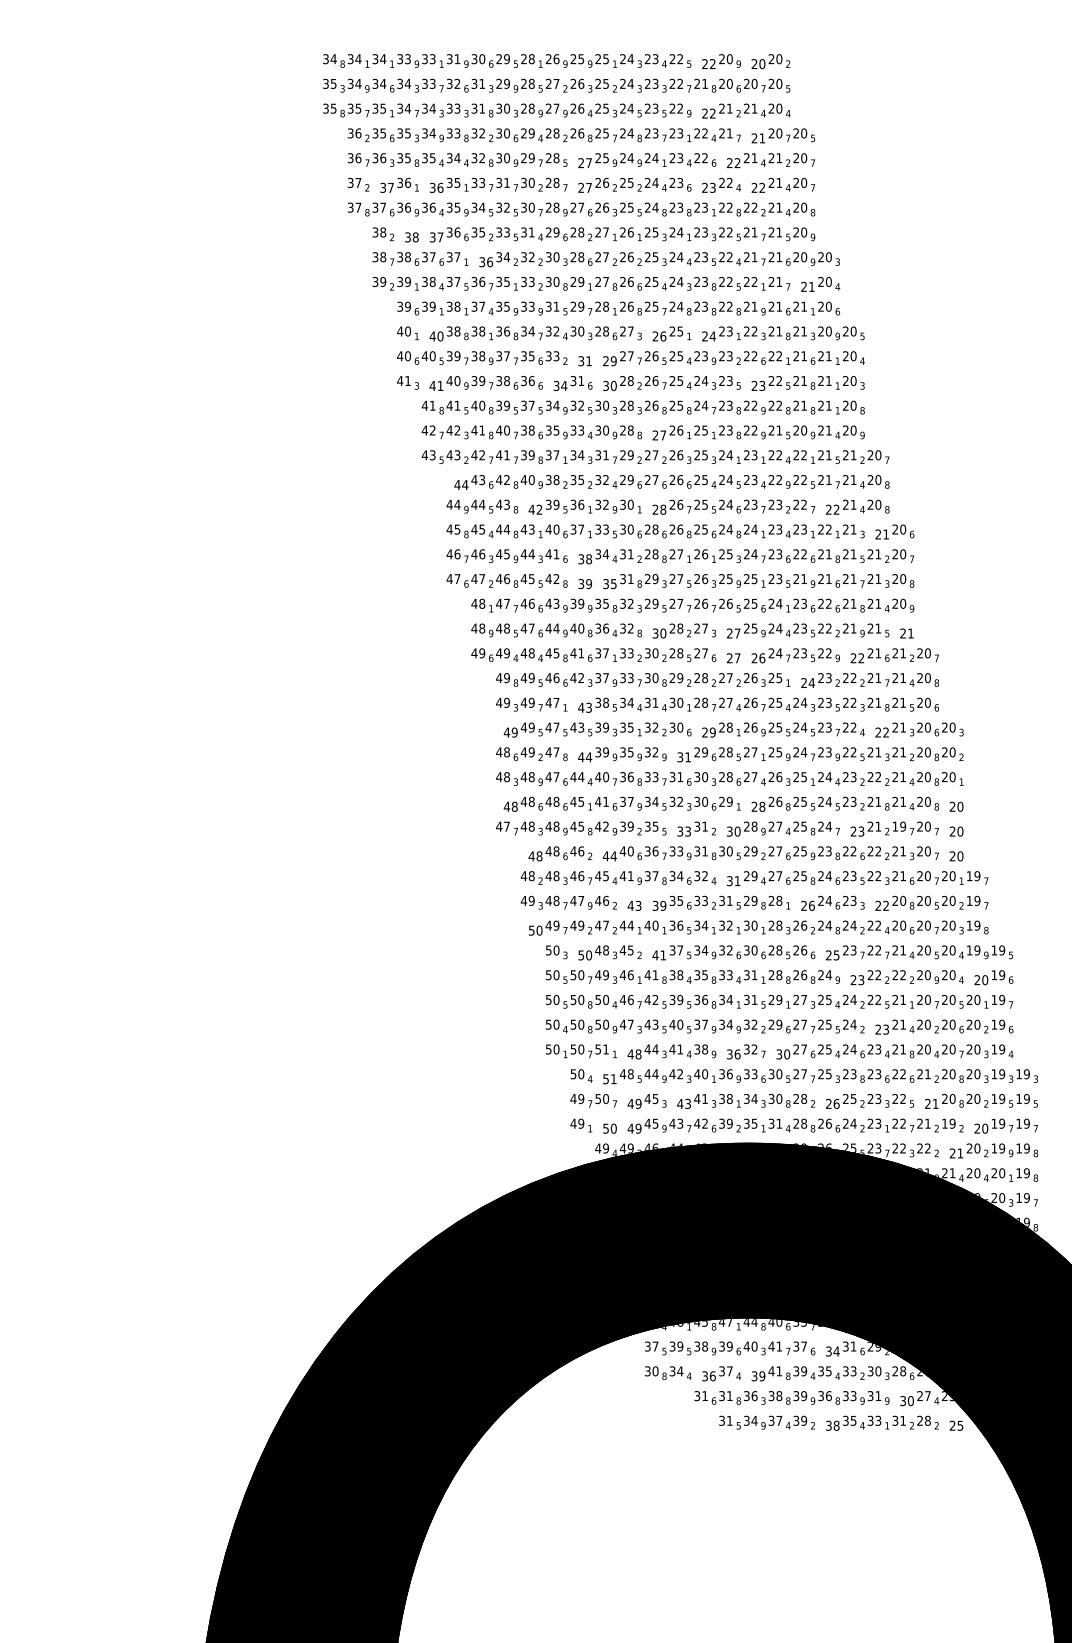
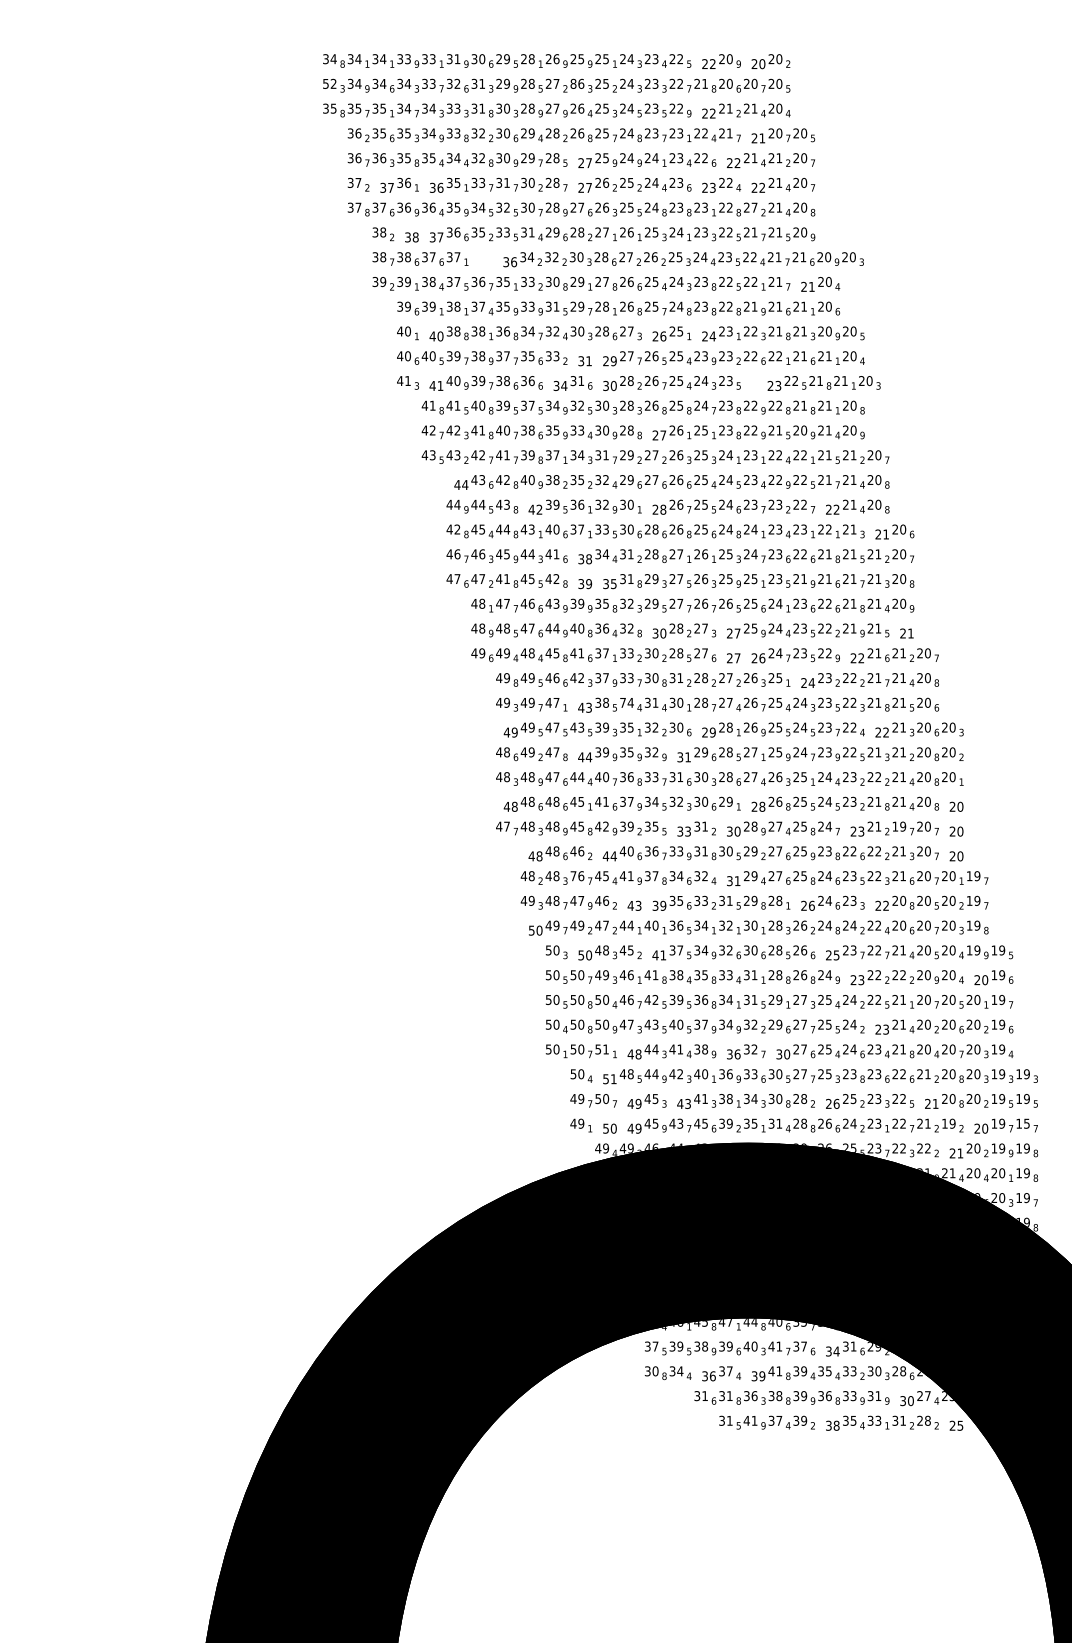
text at (329, 83): 35 -> 52
text at (573, 83): 26 -> 86
text at (754, 207): 22 -> 27
text at (659, 259) position: (659, 259) -> (683, 259)
text at (807, 383) position: (807, 383) -> (823, 383)
text at (457, 529): 45 -> 42
text at (507, 579): 46 -> 41
text at (676, 678): 29 -> 31
text at (622, 702): 34 -> 74
text at (573, 876): 46 -> 76
text at (704, 1123): 42 -> 45
text at (1026, 1123): 19 -> 15
text at (750, 1420): 34 -> 41
